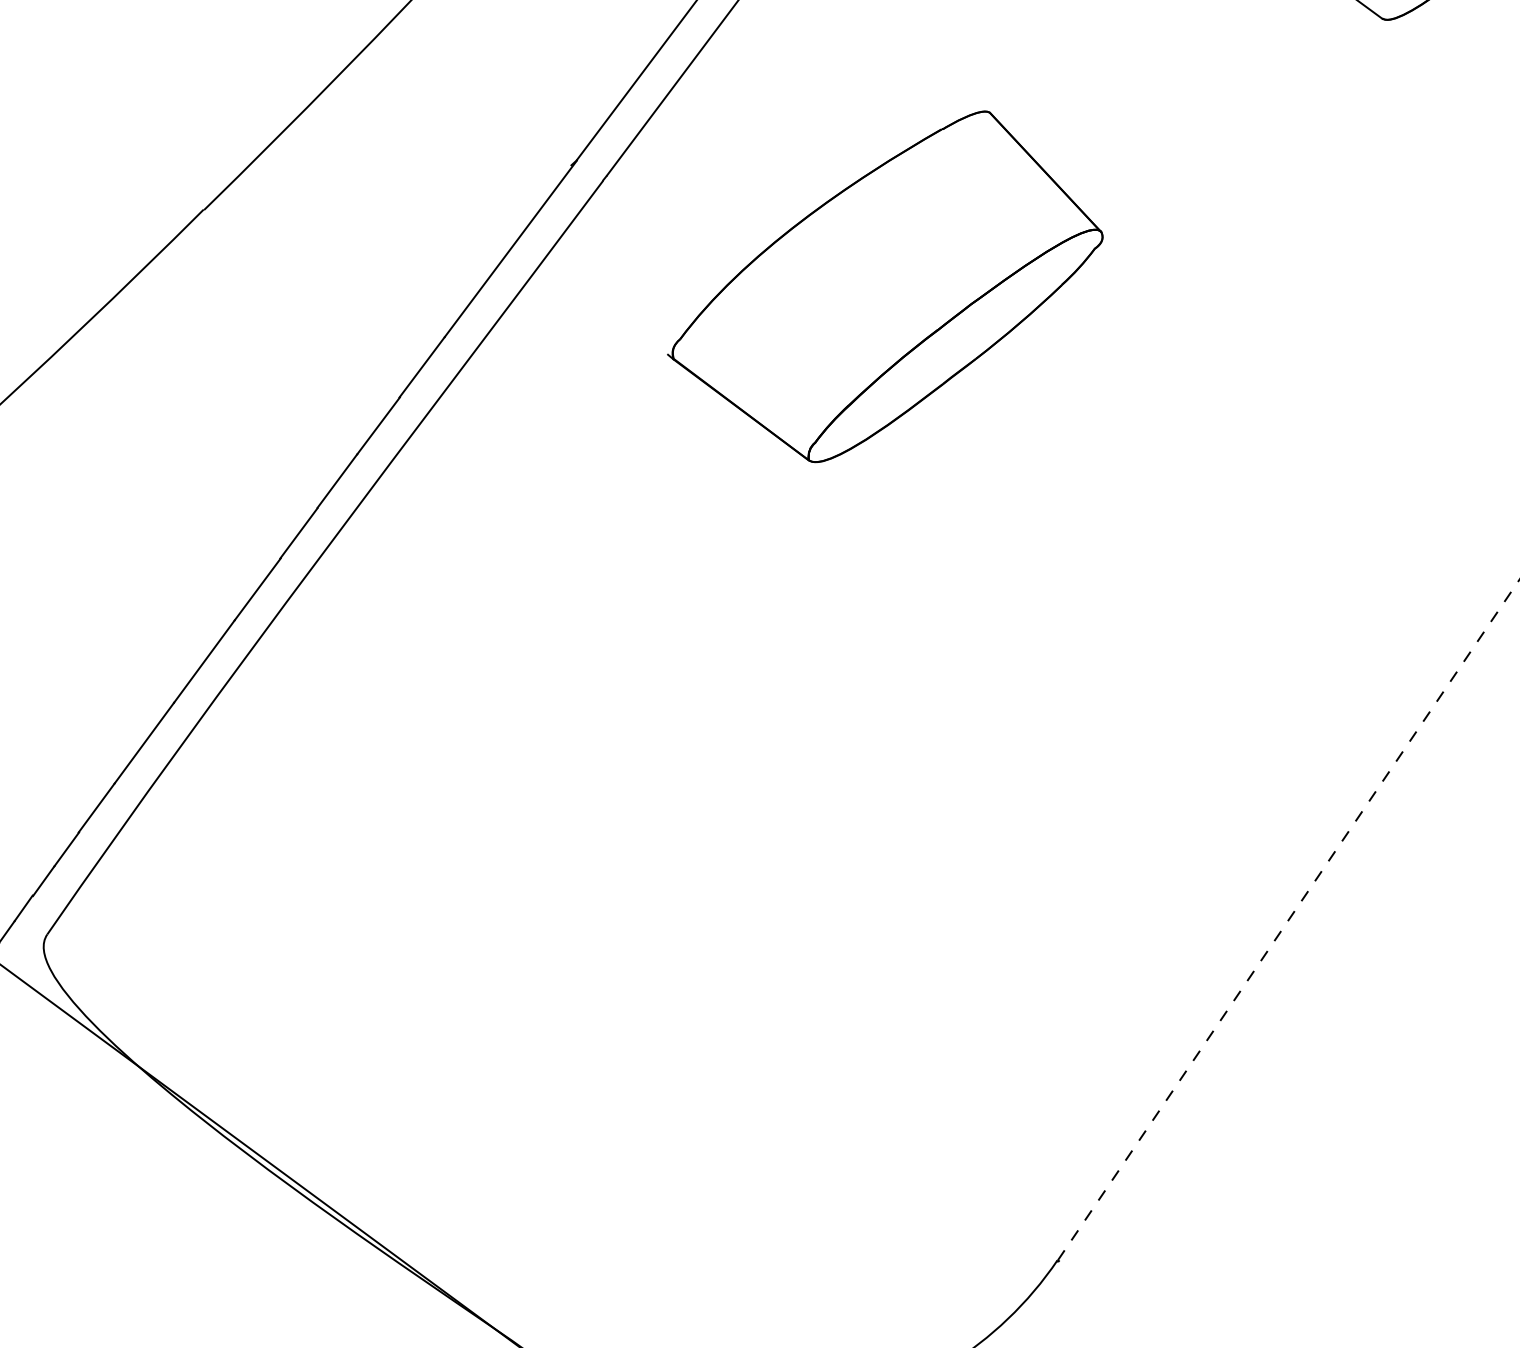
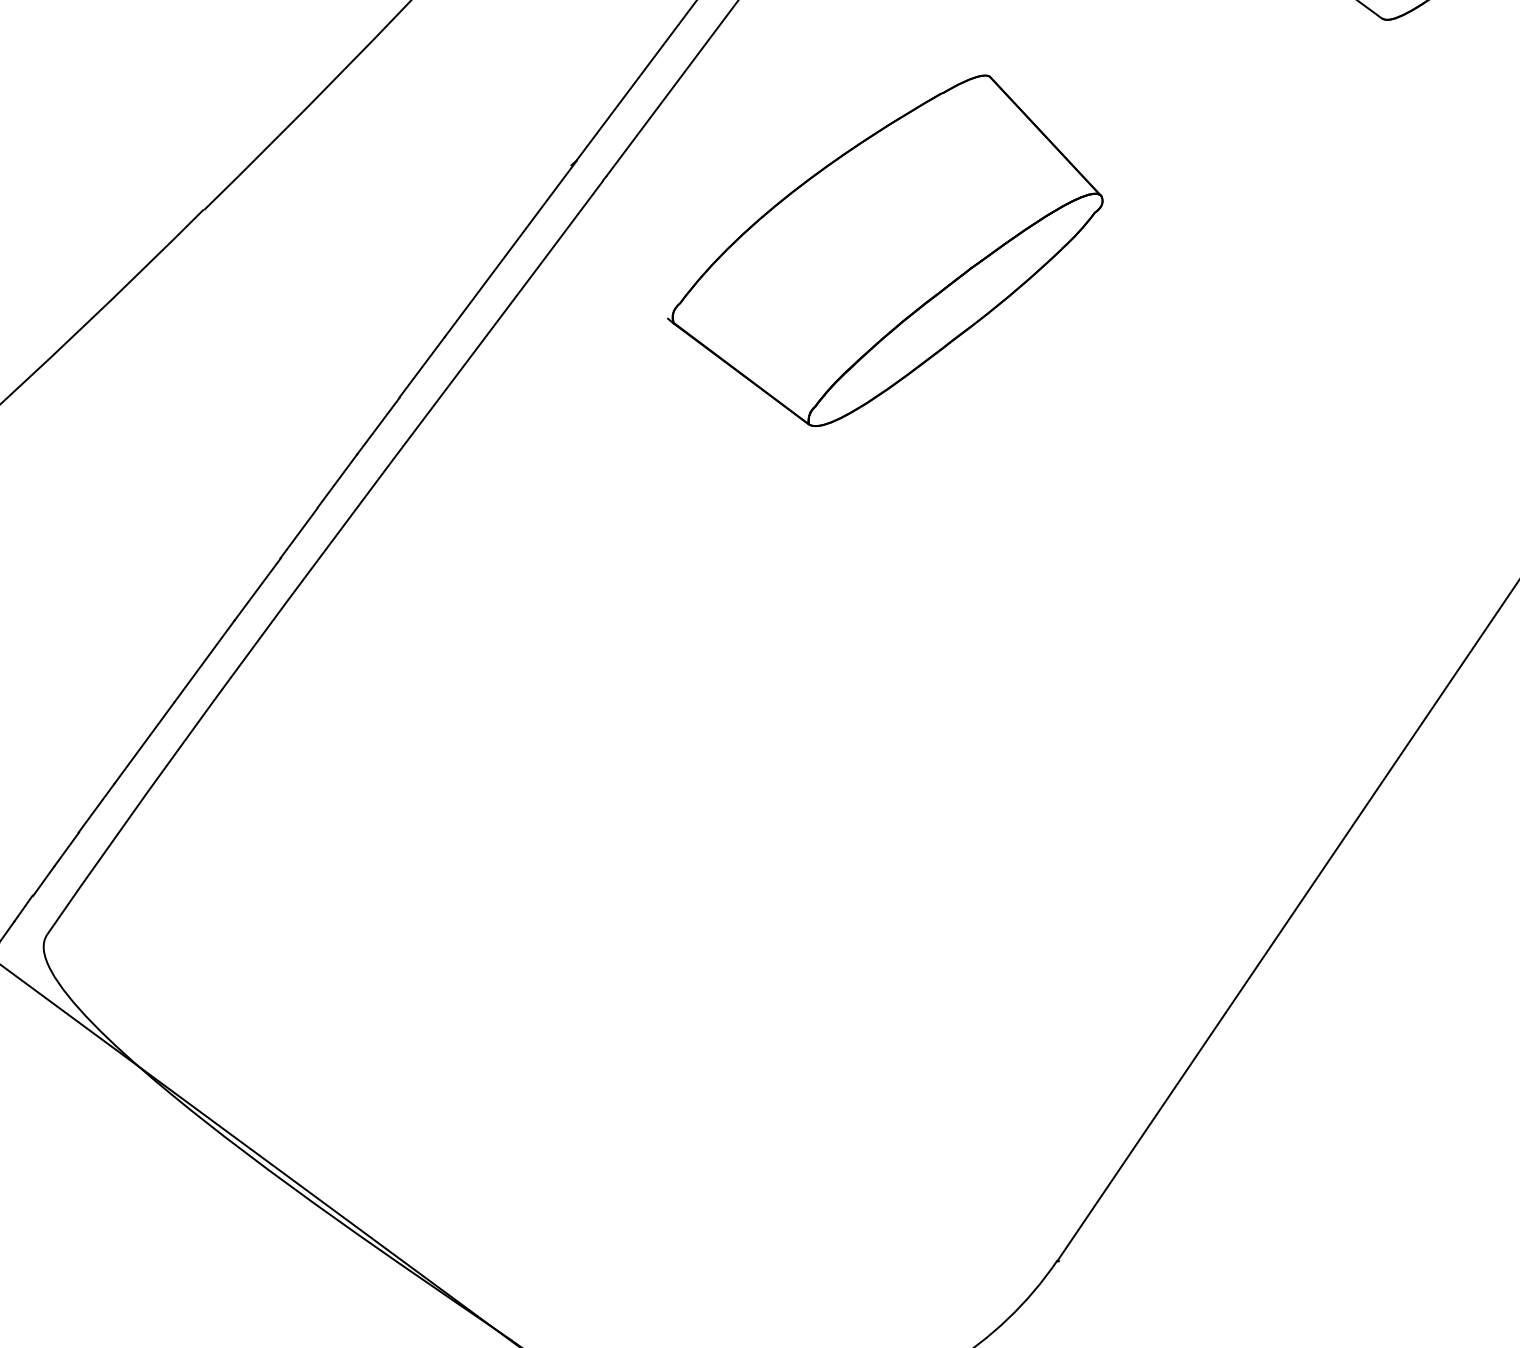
part at (885, 286) position: (885, 286) -> (885, 250)
line at (1289, 919): dashed -> solid
